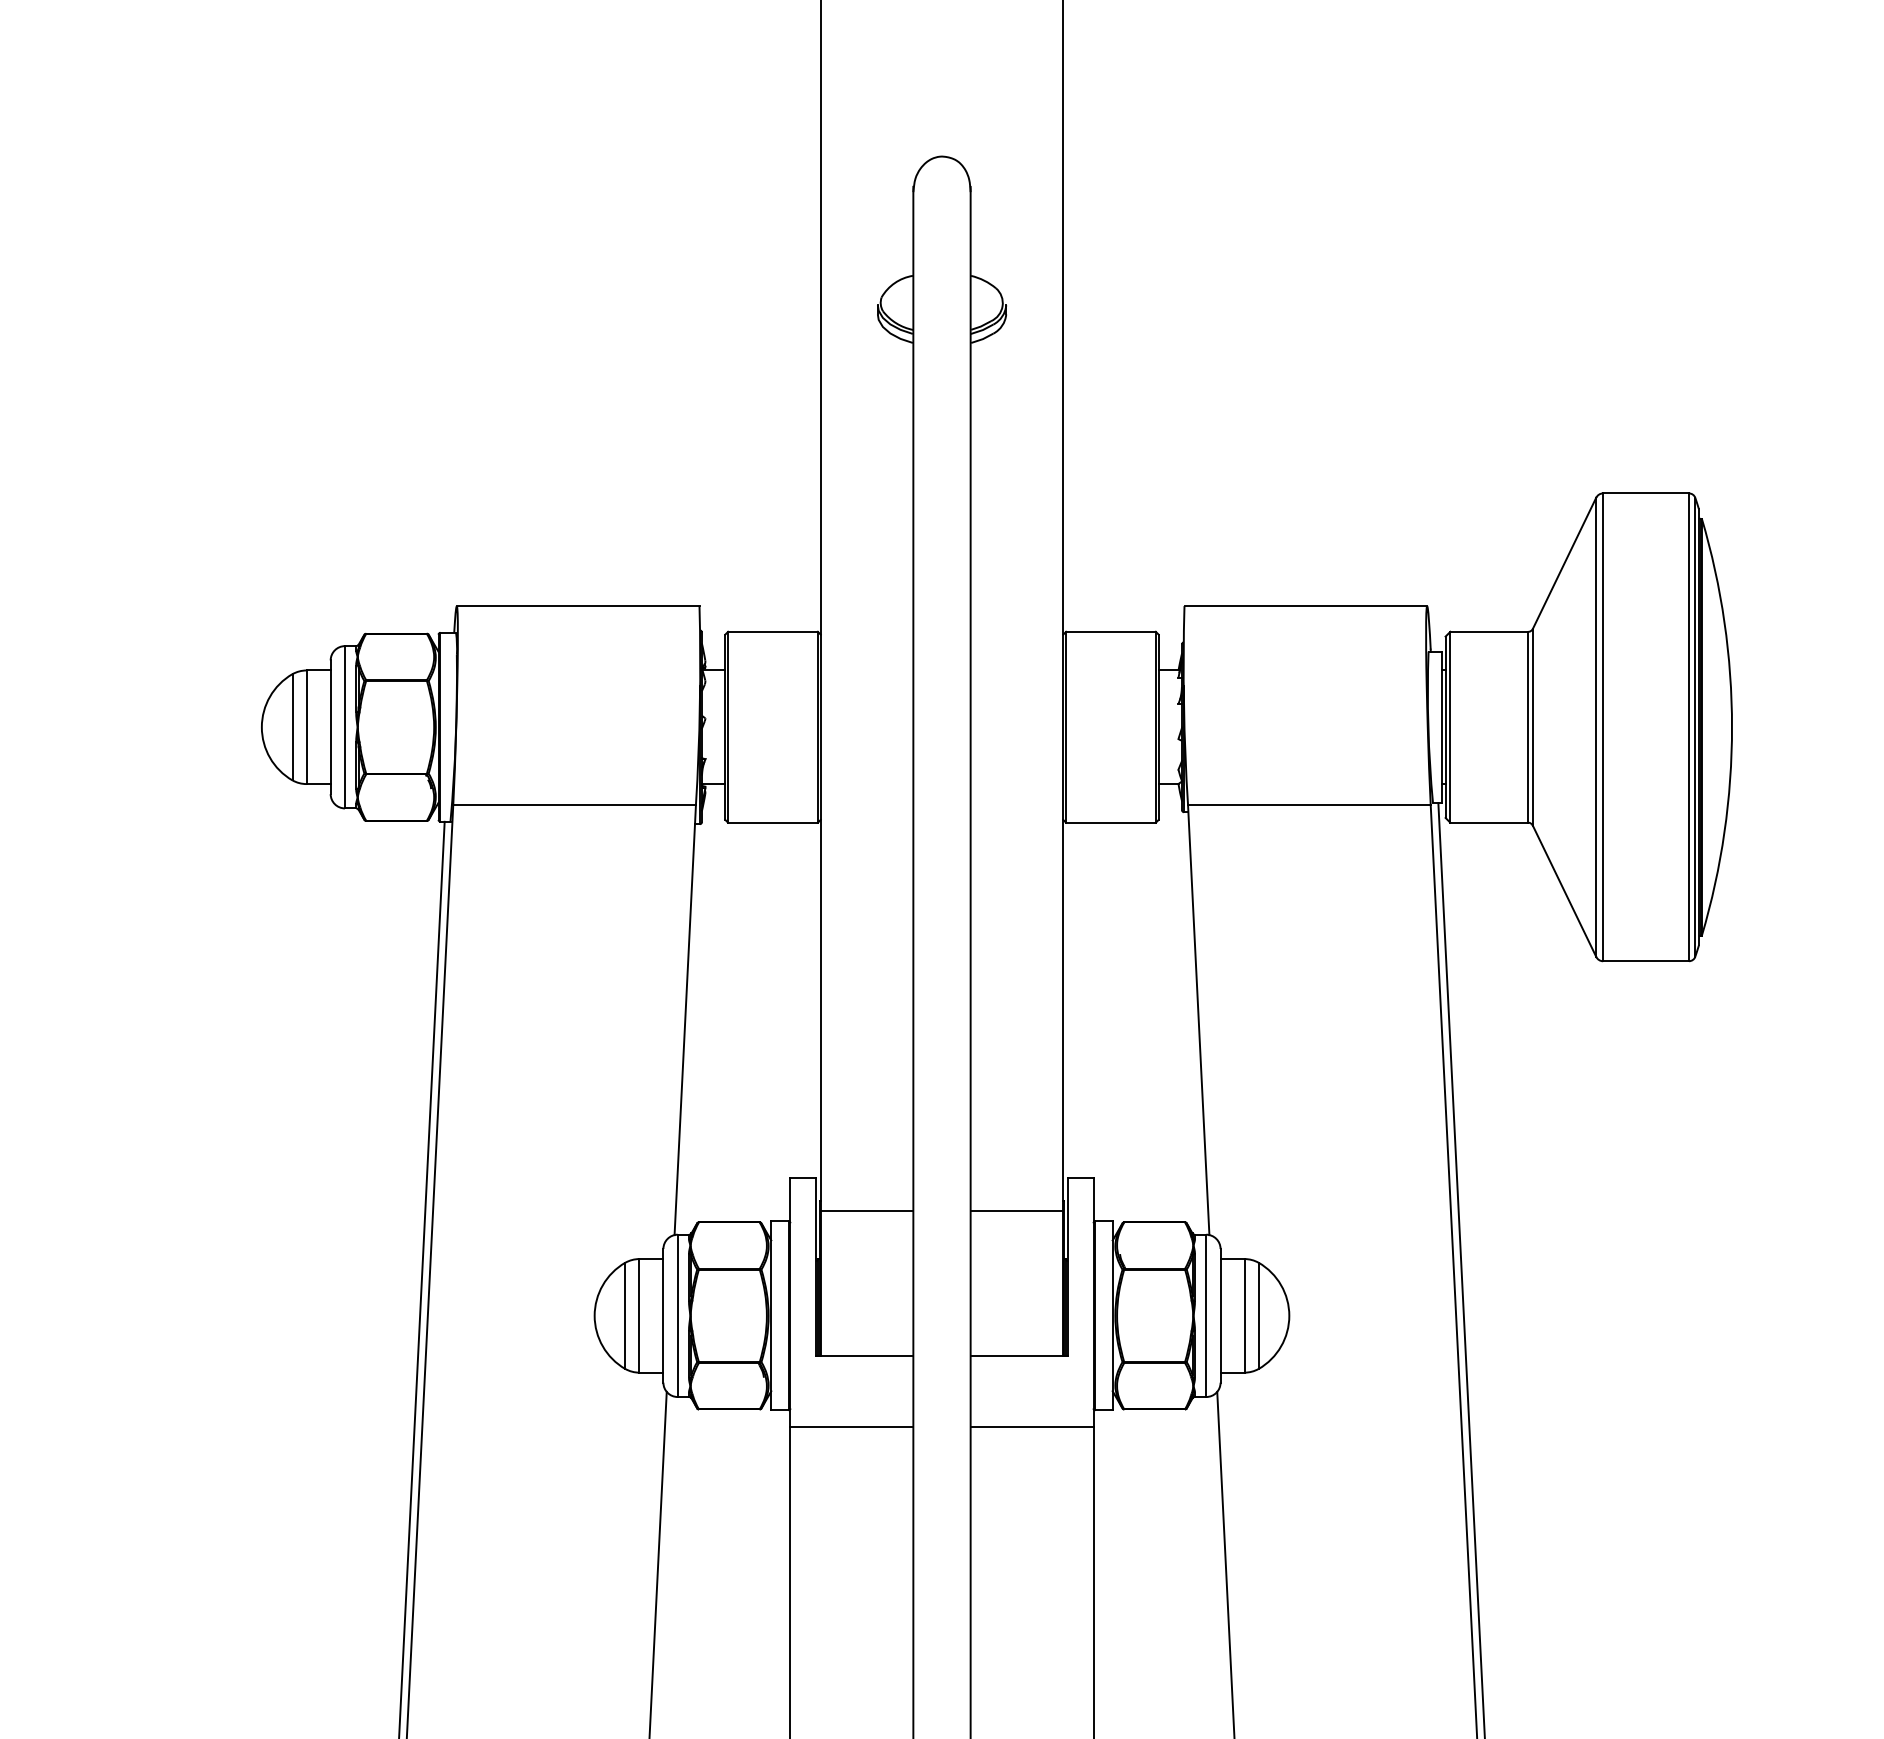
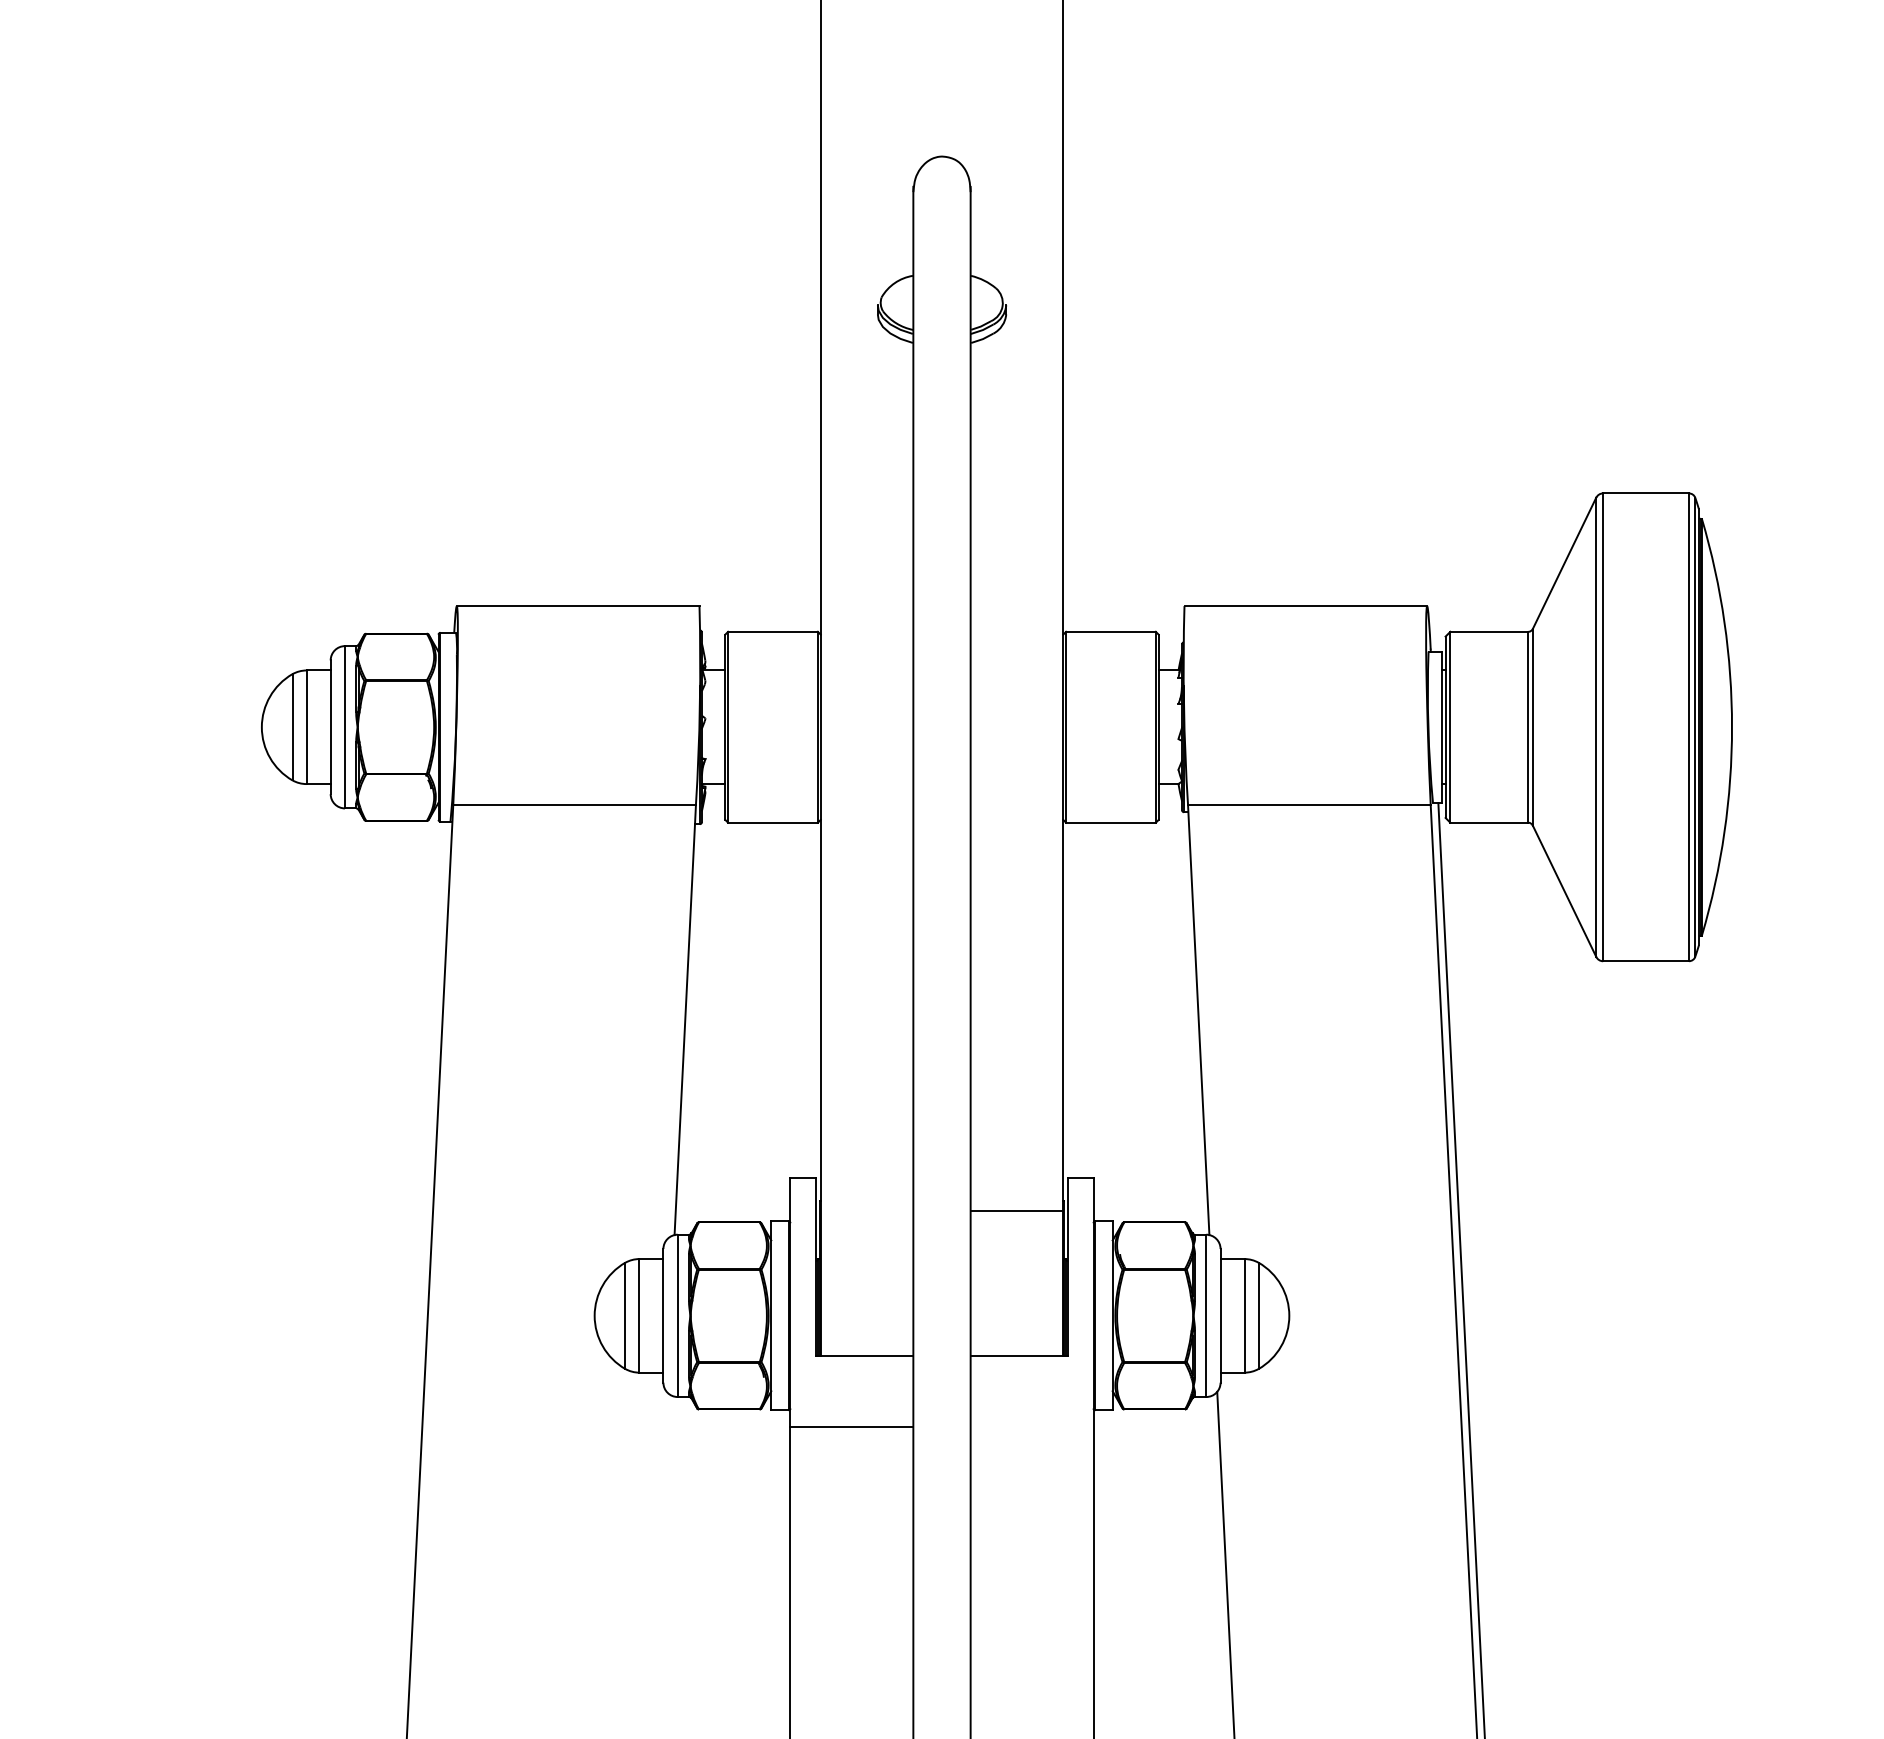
line at (866, 1210): present -> none
line at (421, 1278): present -> none
line at (1031, 1427): present -> none
line at (657, 1563): present -> none
